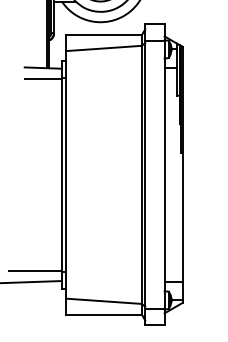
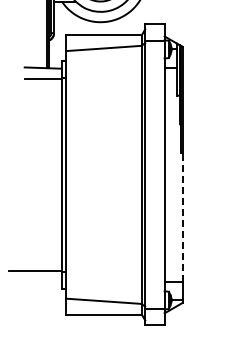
line at (182, 217): solid -> dashed
line at (31, 282): present -> none
